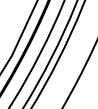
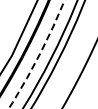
arc at (39, 55): solid -> dashed
